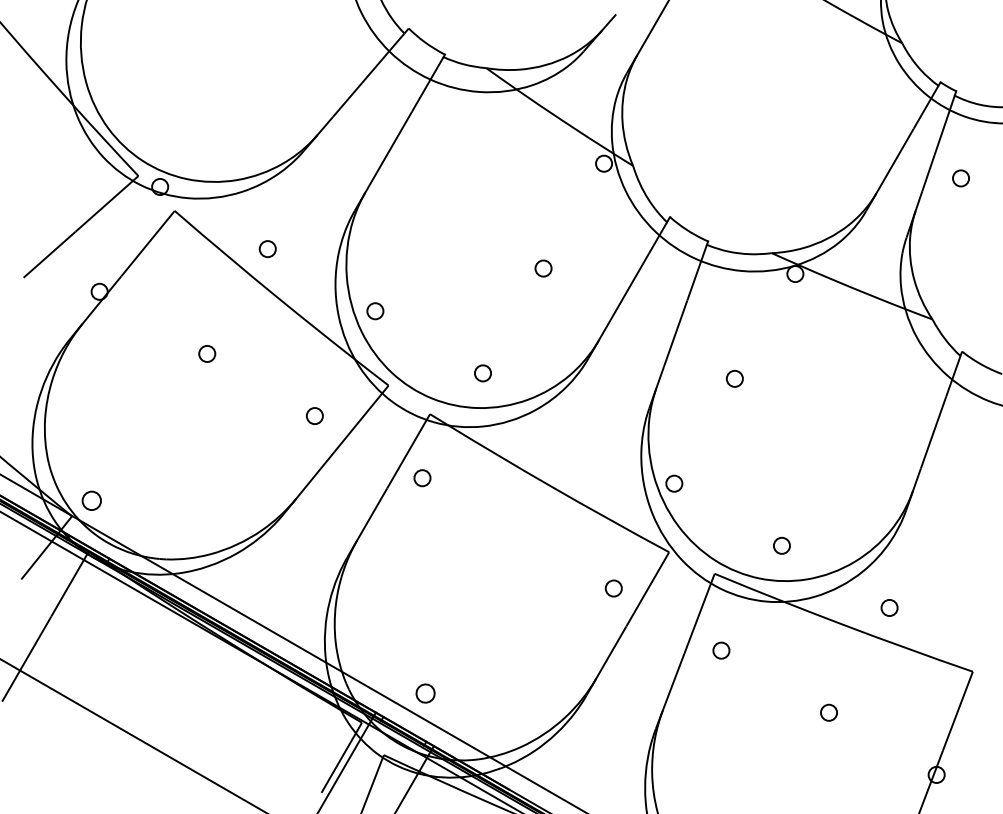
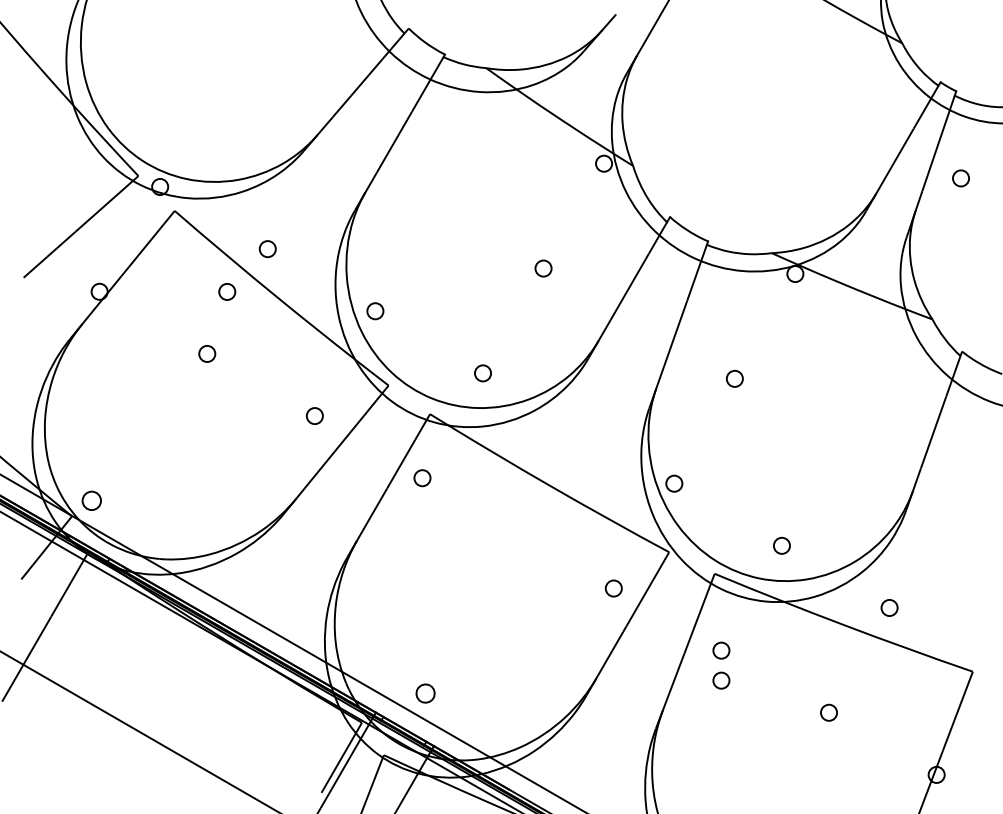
circle at (227, 291): none -> present
circle at (721, 680): none -> present
line at (132, 735) position: (132, 735) -> (139, 731)
